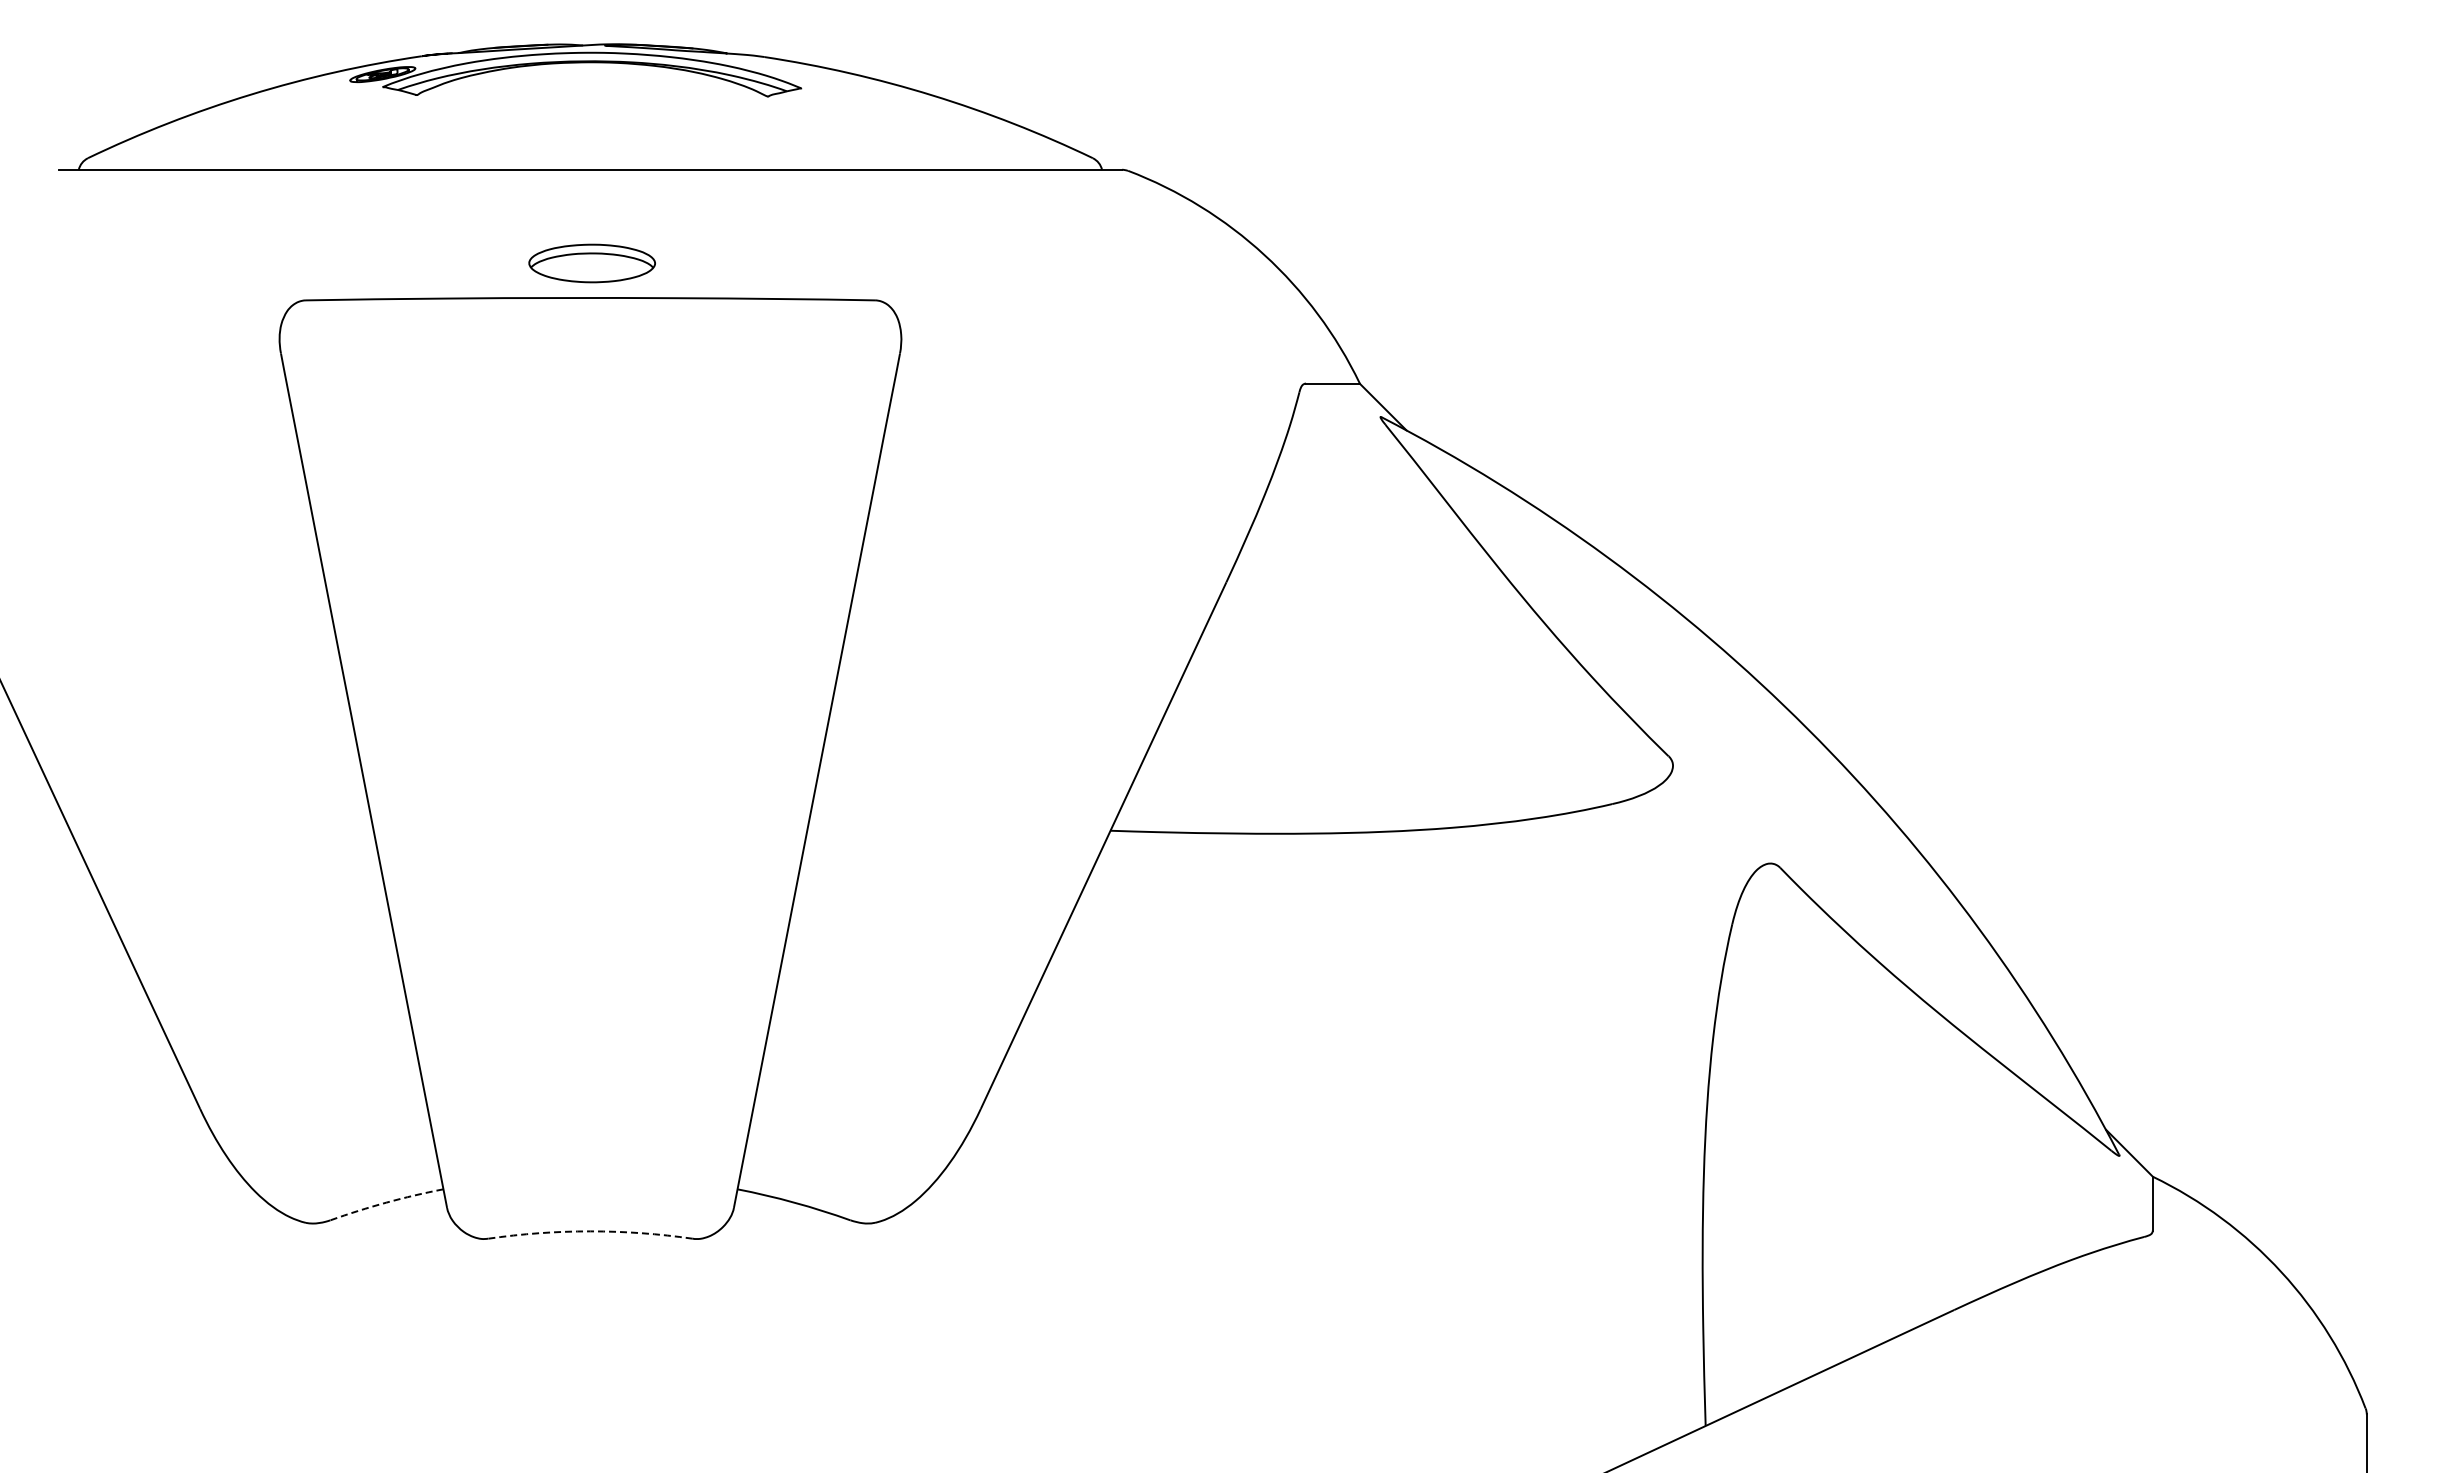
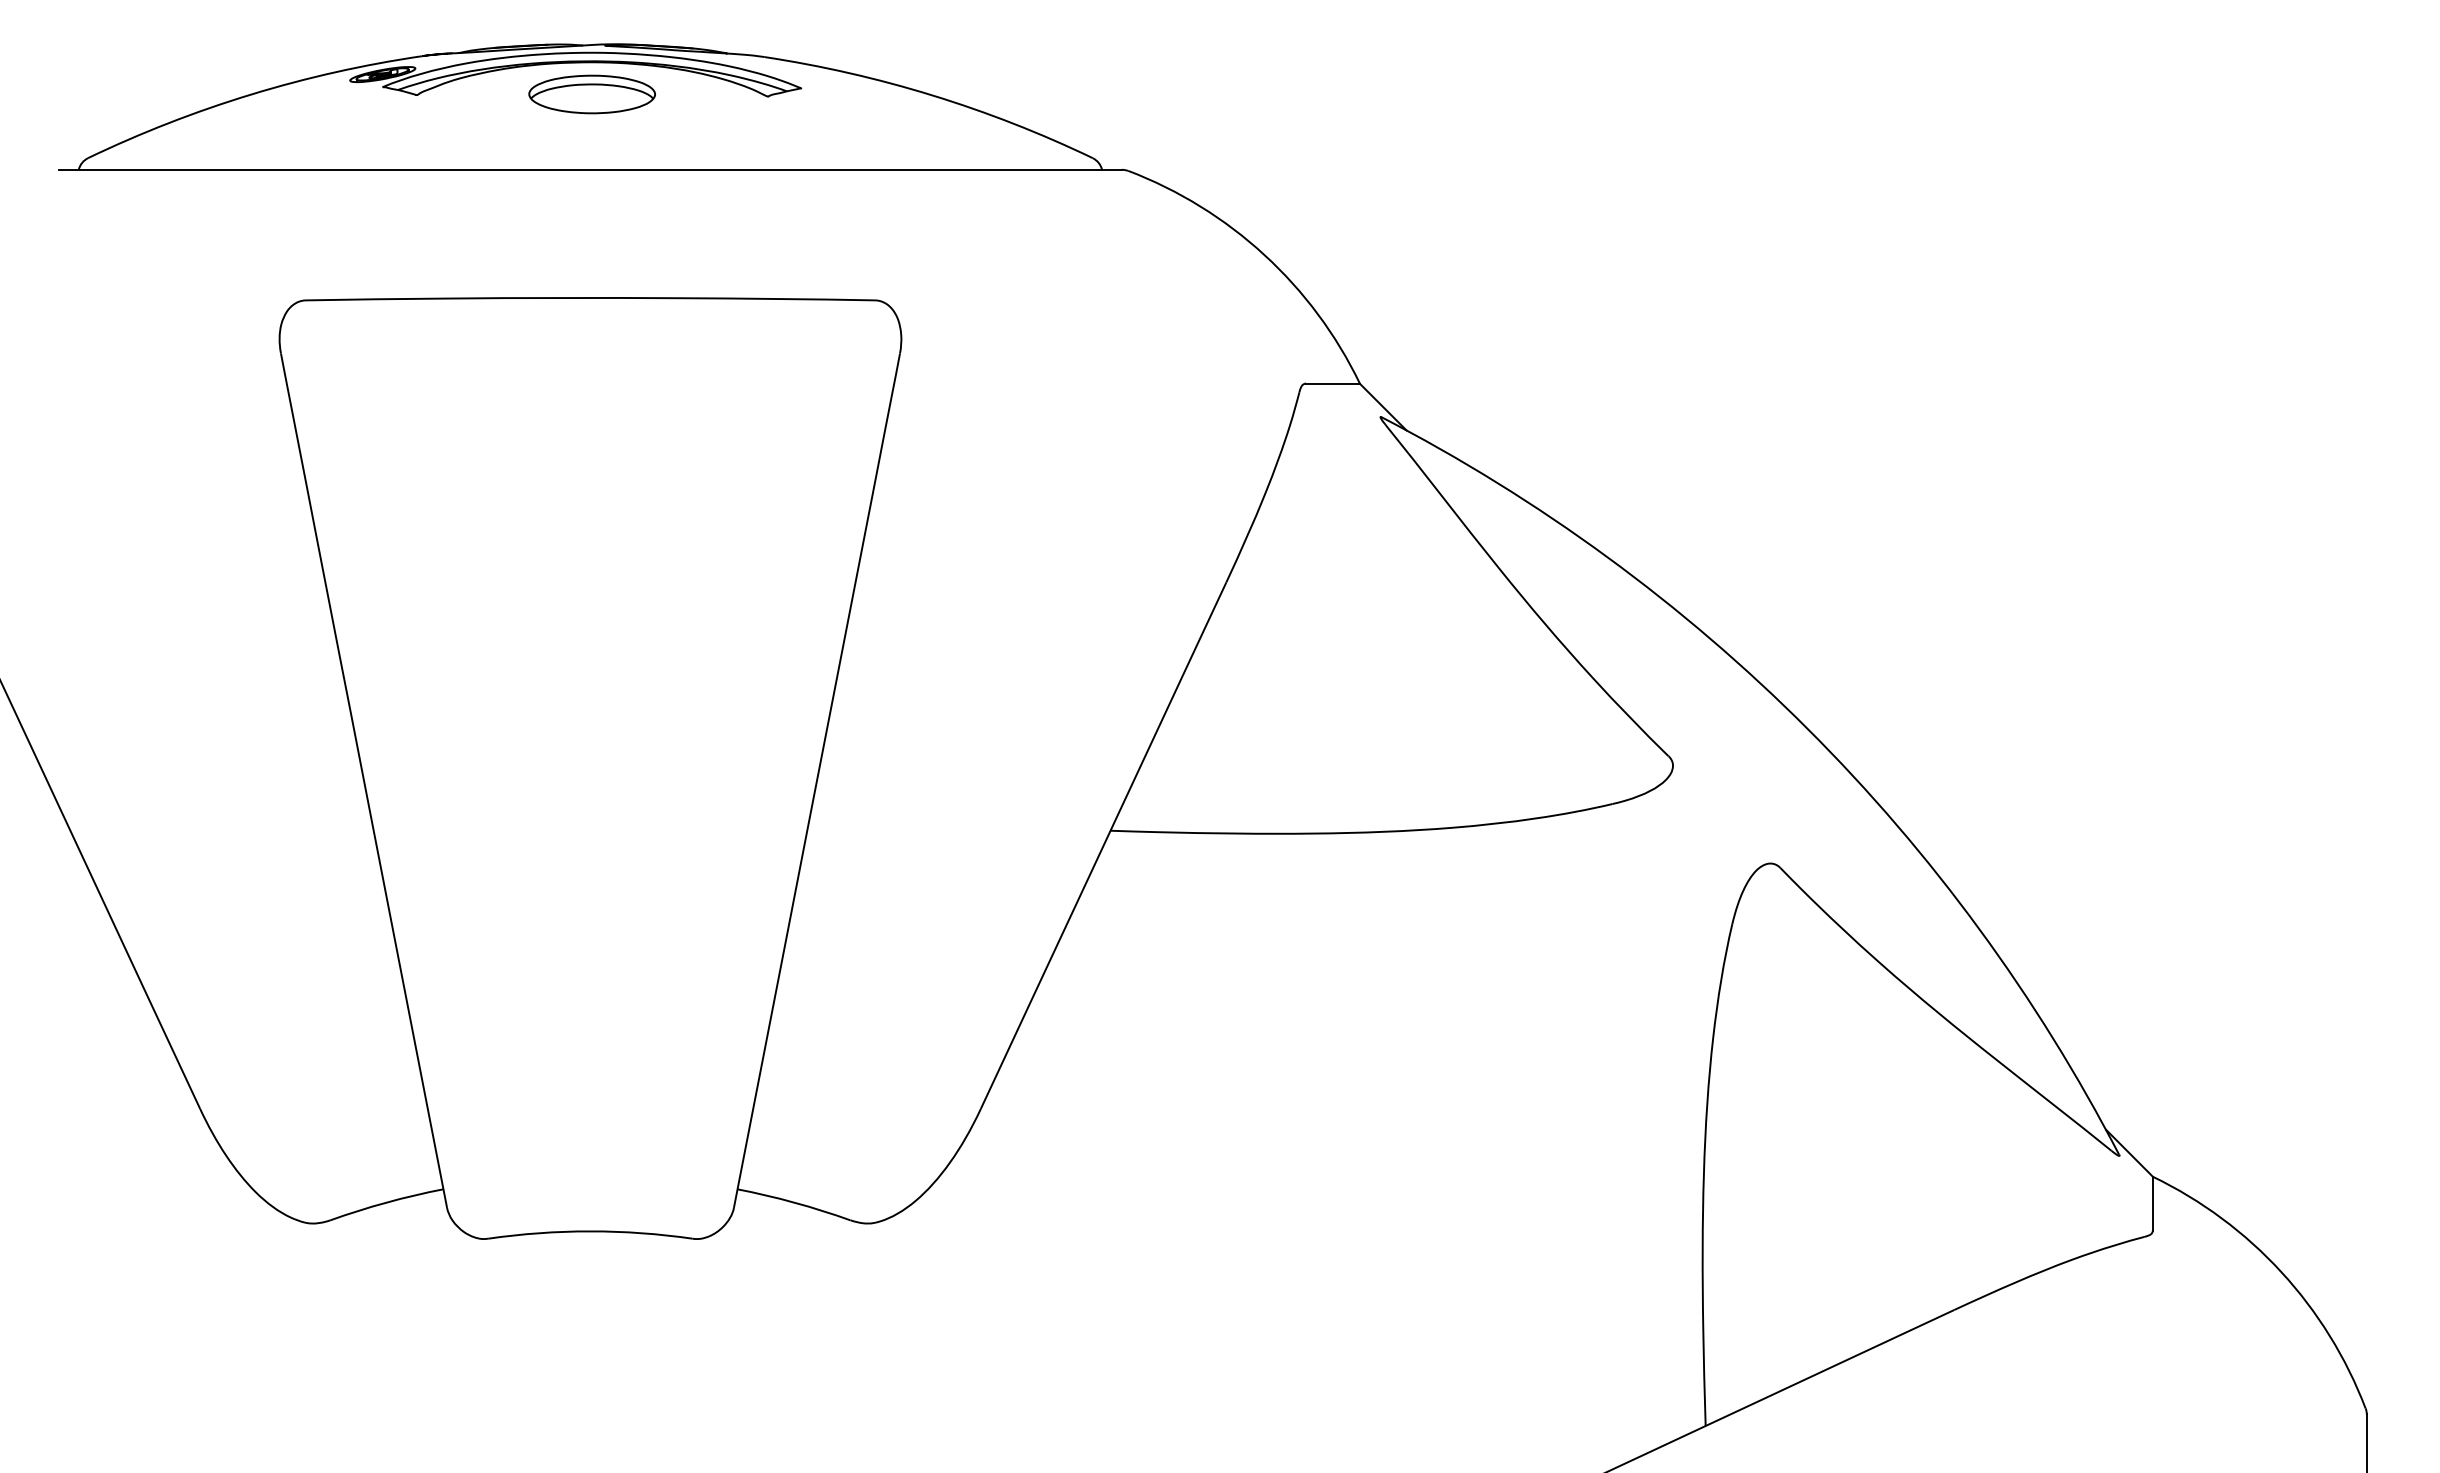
part at (591, 263) position: (591, 263) -> (591, 94)
arc at (386, 1202): dashed -> solid
arc at (590, 1231): dashed -> solid
